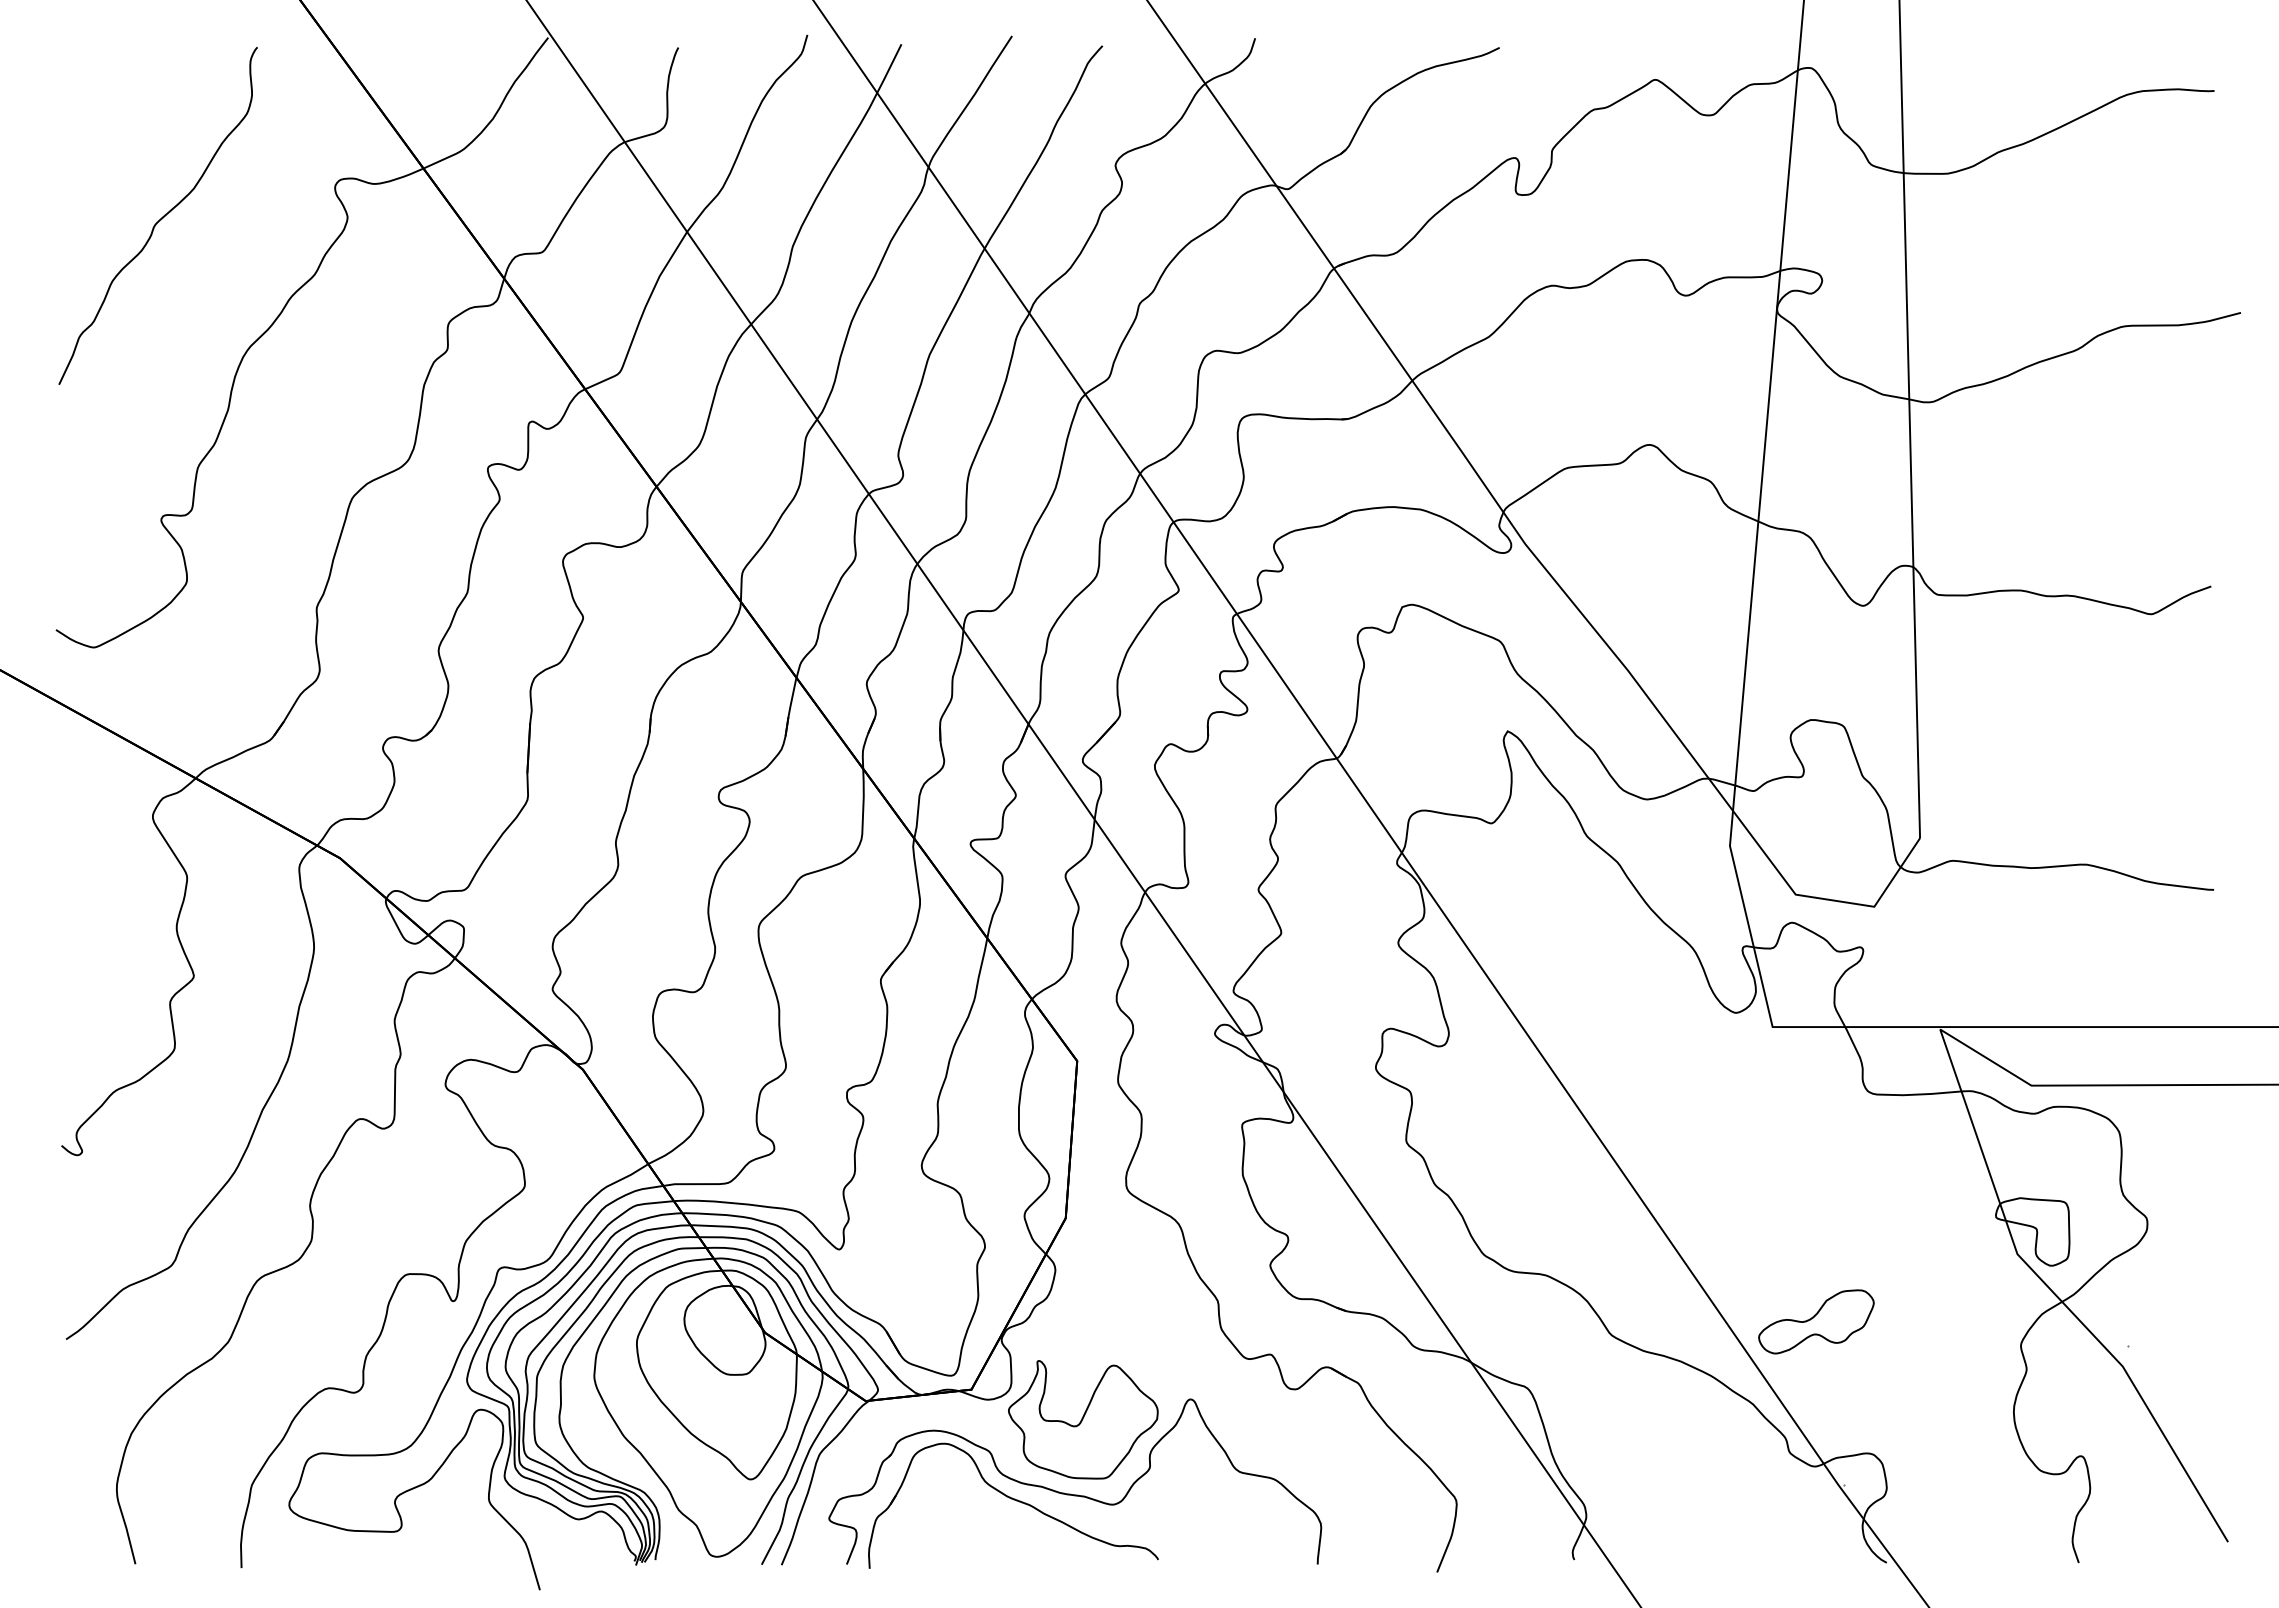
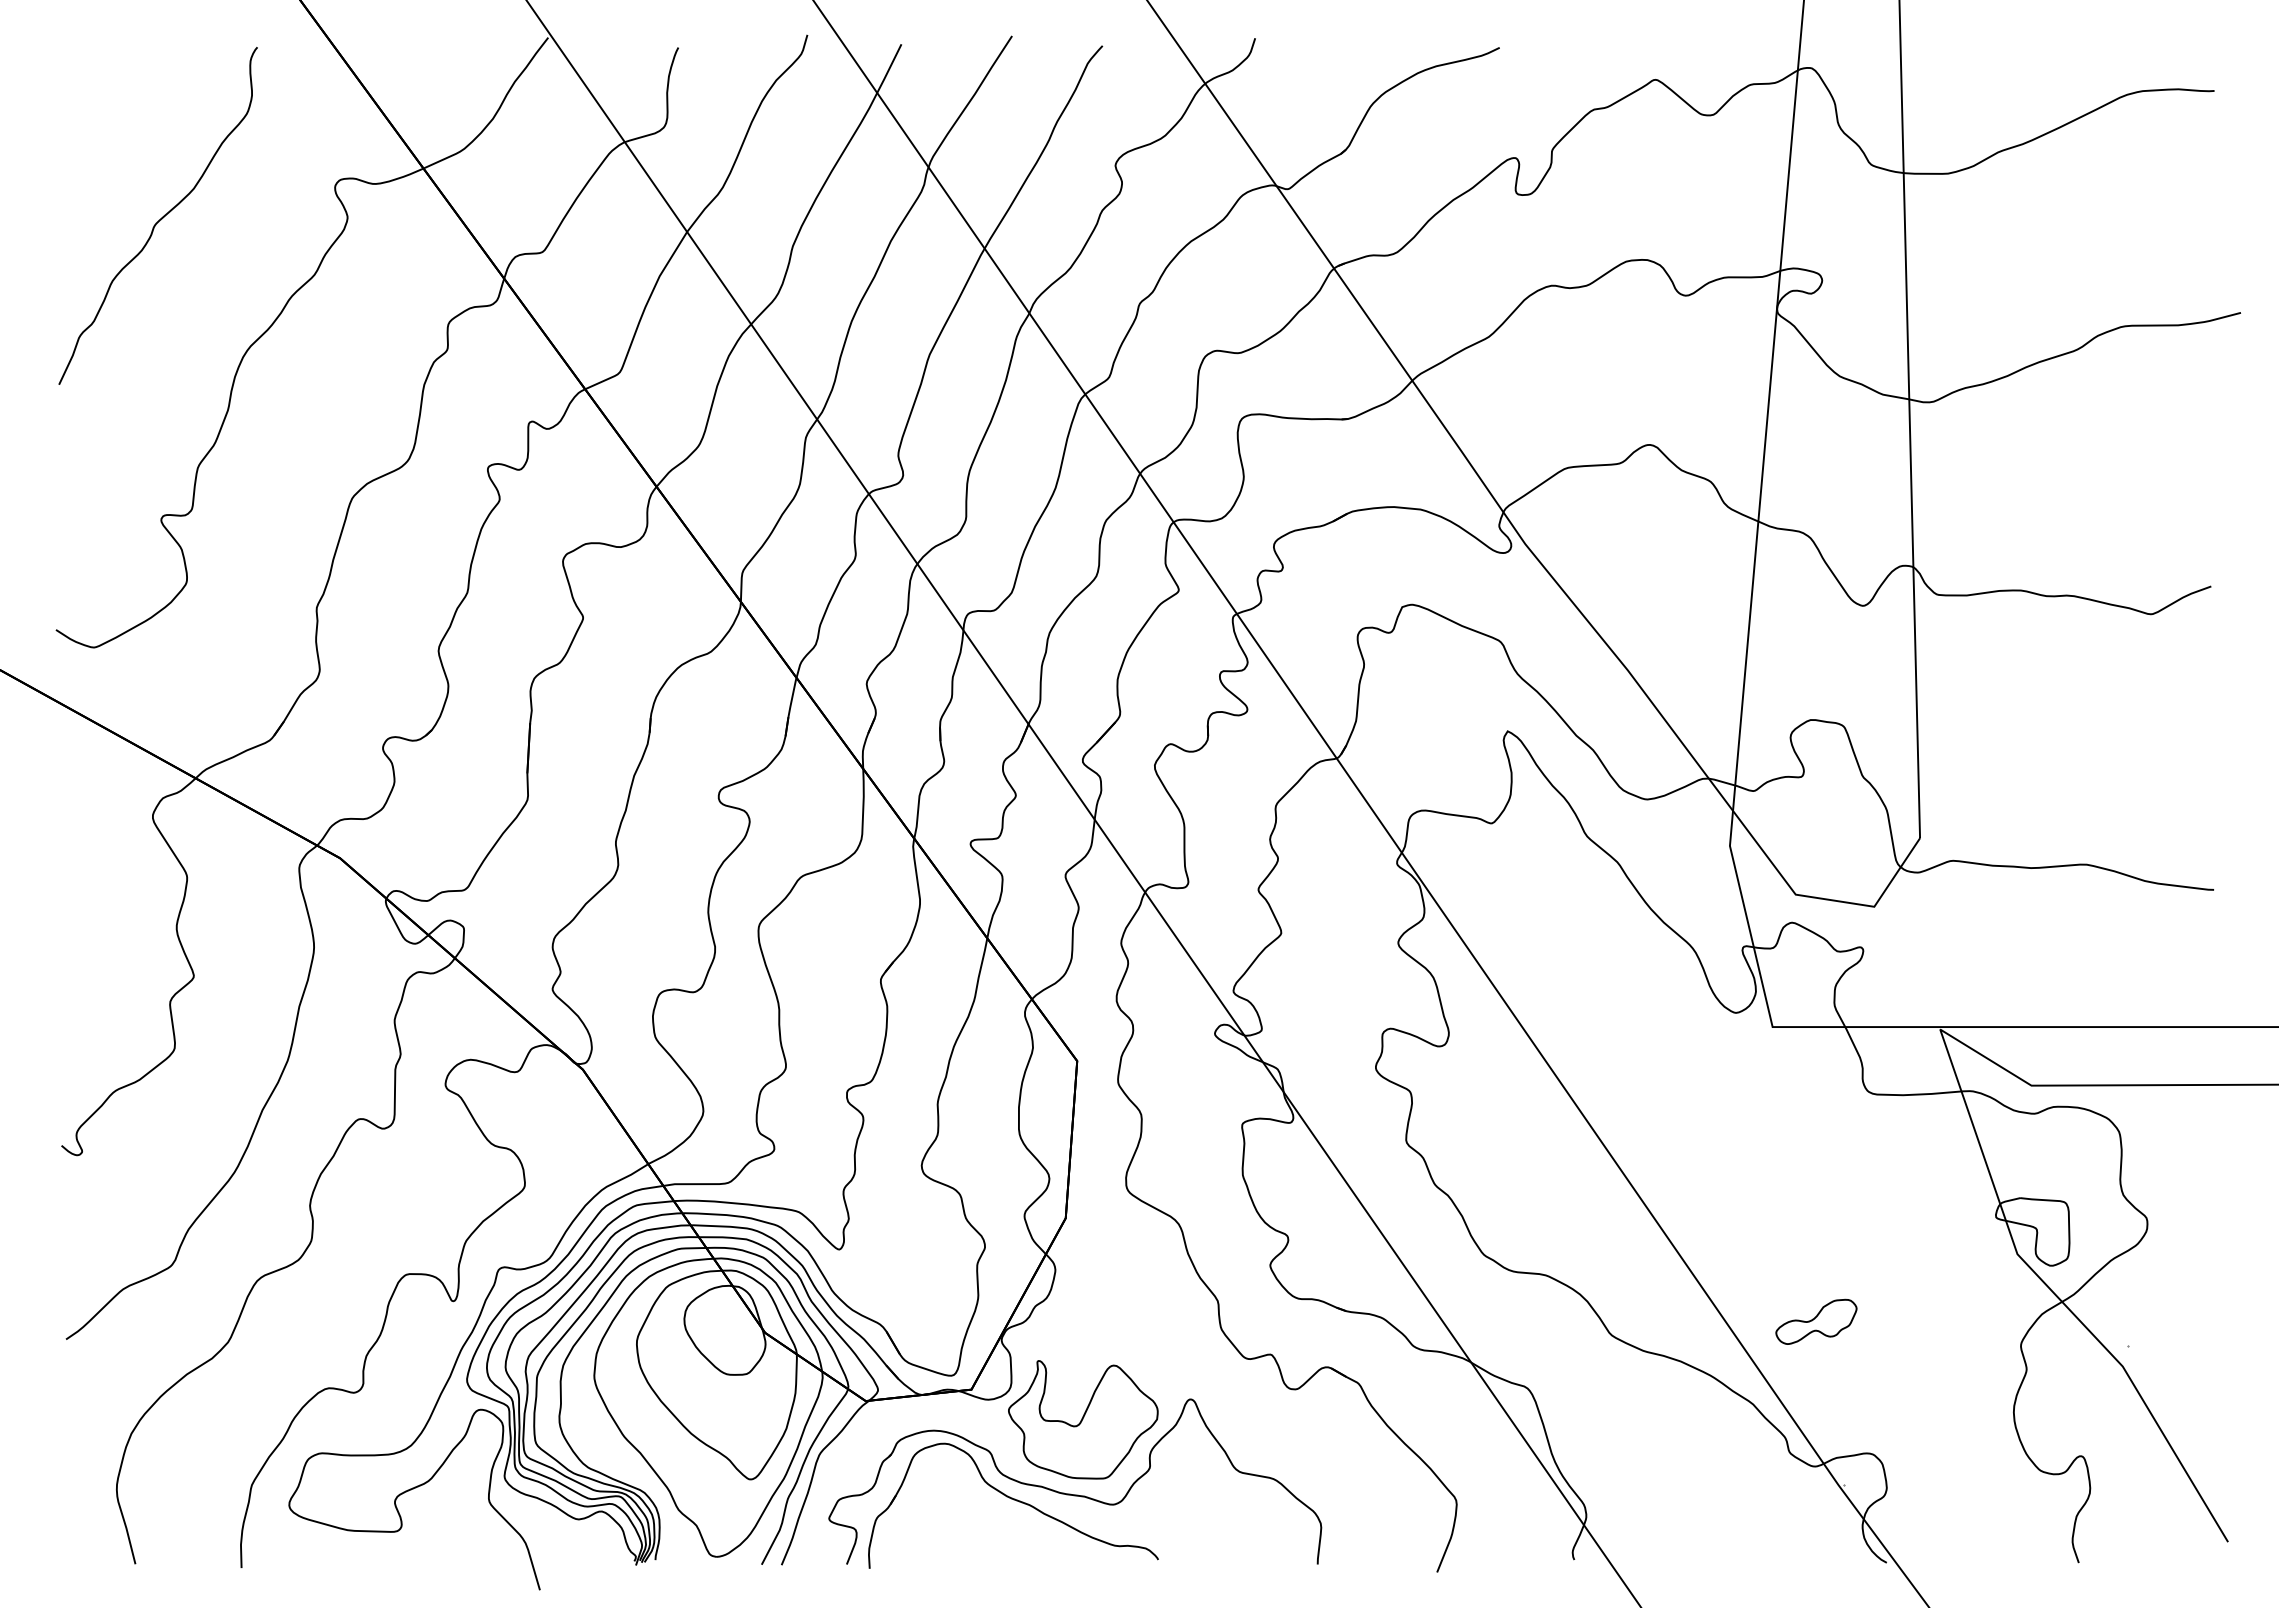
part at (1816, 1321) size: 117x66 px -> 83x47 px
